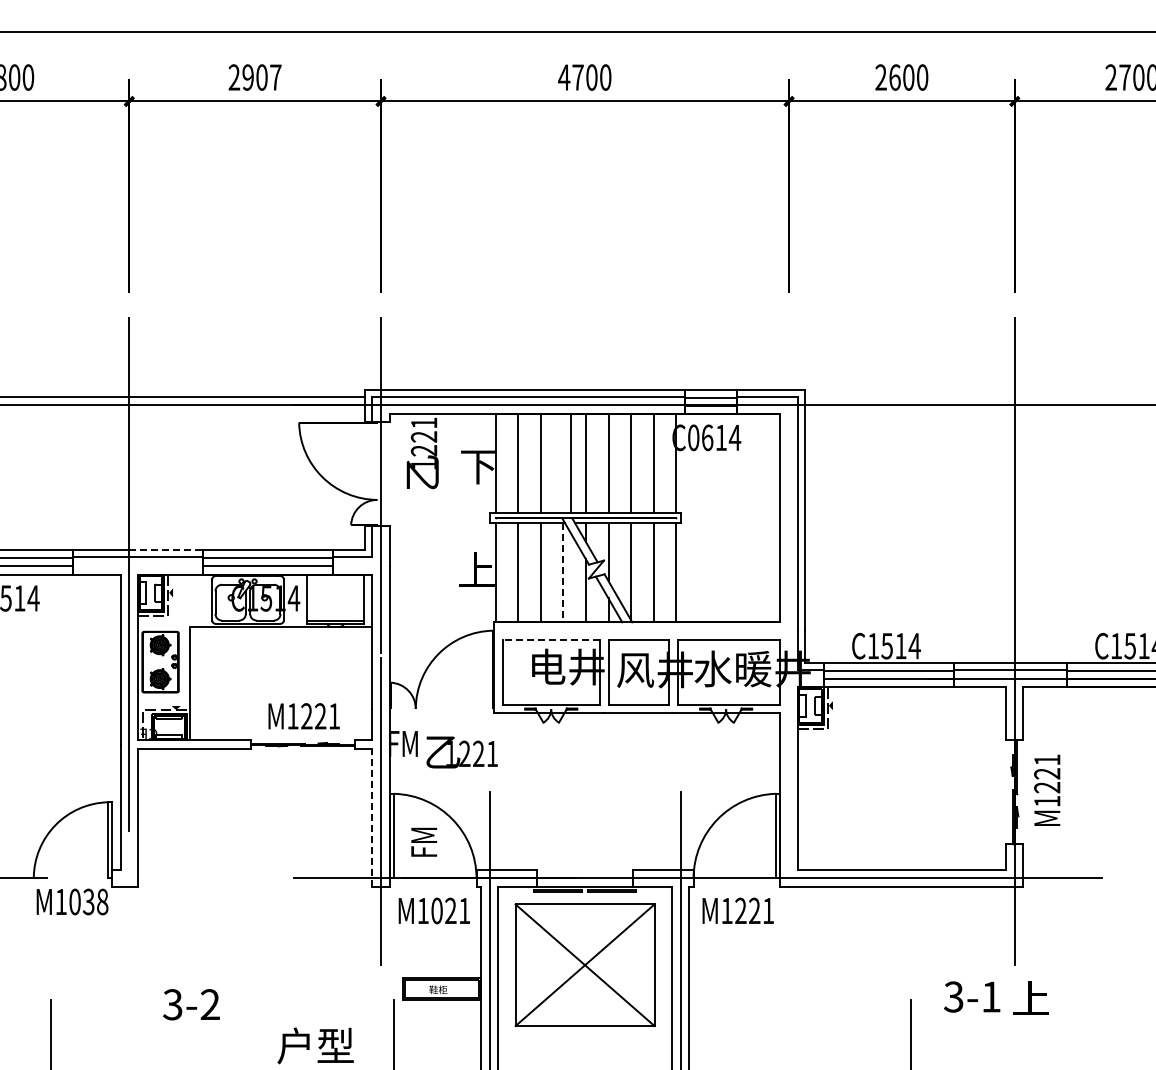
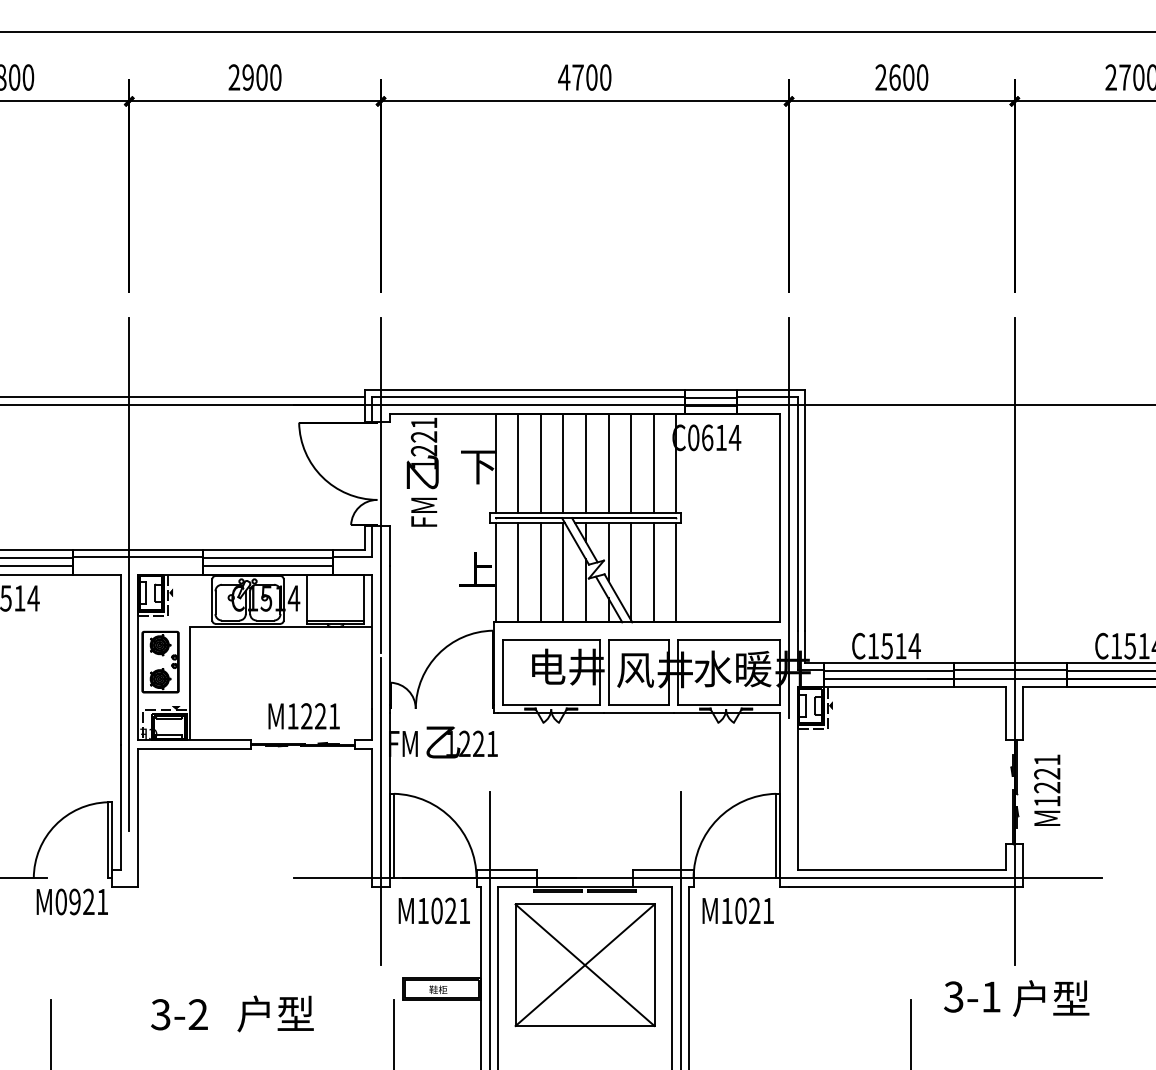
text at (275, 77): 2907 -> 2900
line at (571, 462) position: (571, 462) -> (563, 462)
line at (789, 517): none -> present
line at (166, 550): dashed -> solid
line at (563, 573): dashed -> solid
line at (551, 639): dashed -> solid
text at (461, 752) position: (461, 752) -> (461, 742)
line at (372, 817): dashed -> solid
text at (424, 841) position: (424, 841) -> (424, 511)
text at (81, 901): M1038 -> M0921
text at (740, 910): M1221 -> M1021
text at (1051, 998): 上 -> 户型
text at (191, 1004) position: (191, 1004) -> (179, 1014)
text at (315, 1045) position: (315, 1045) -> (275, 1013)
